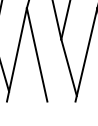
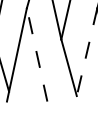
line at (37, 54): solid -> dashed
line at (86, 54): solid -> dashed
